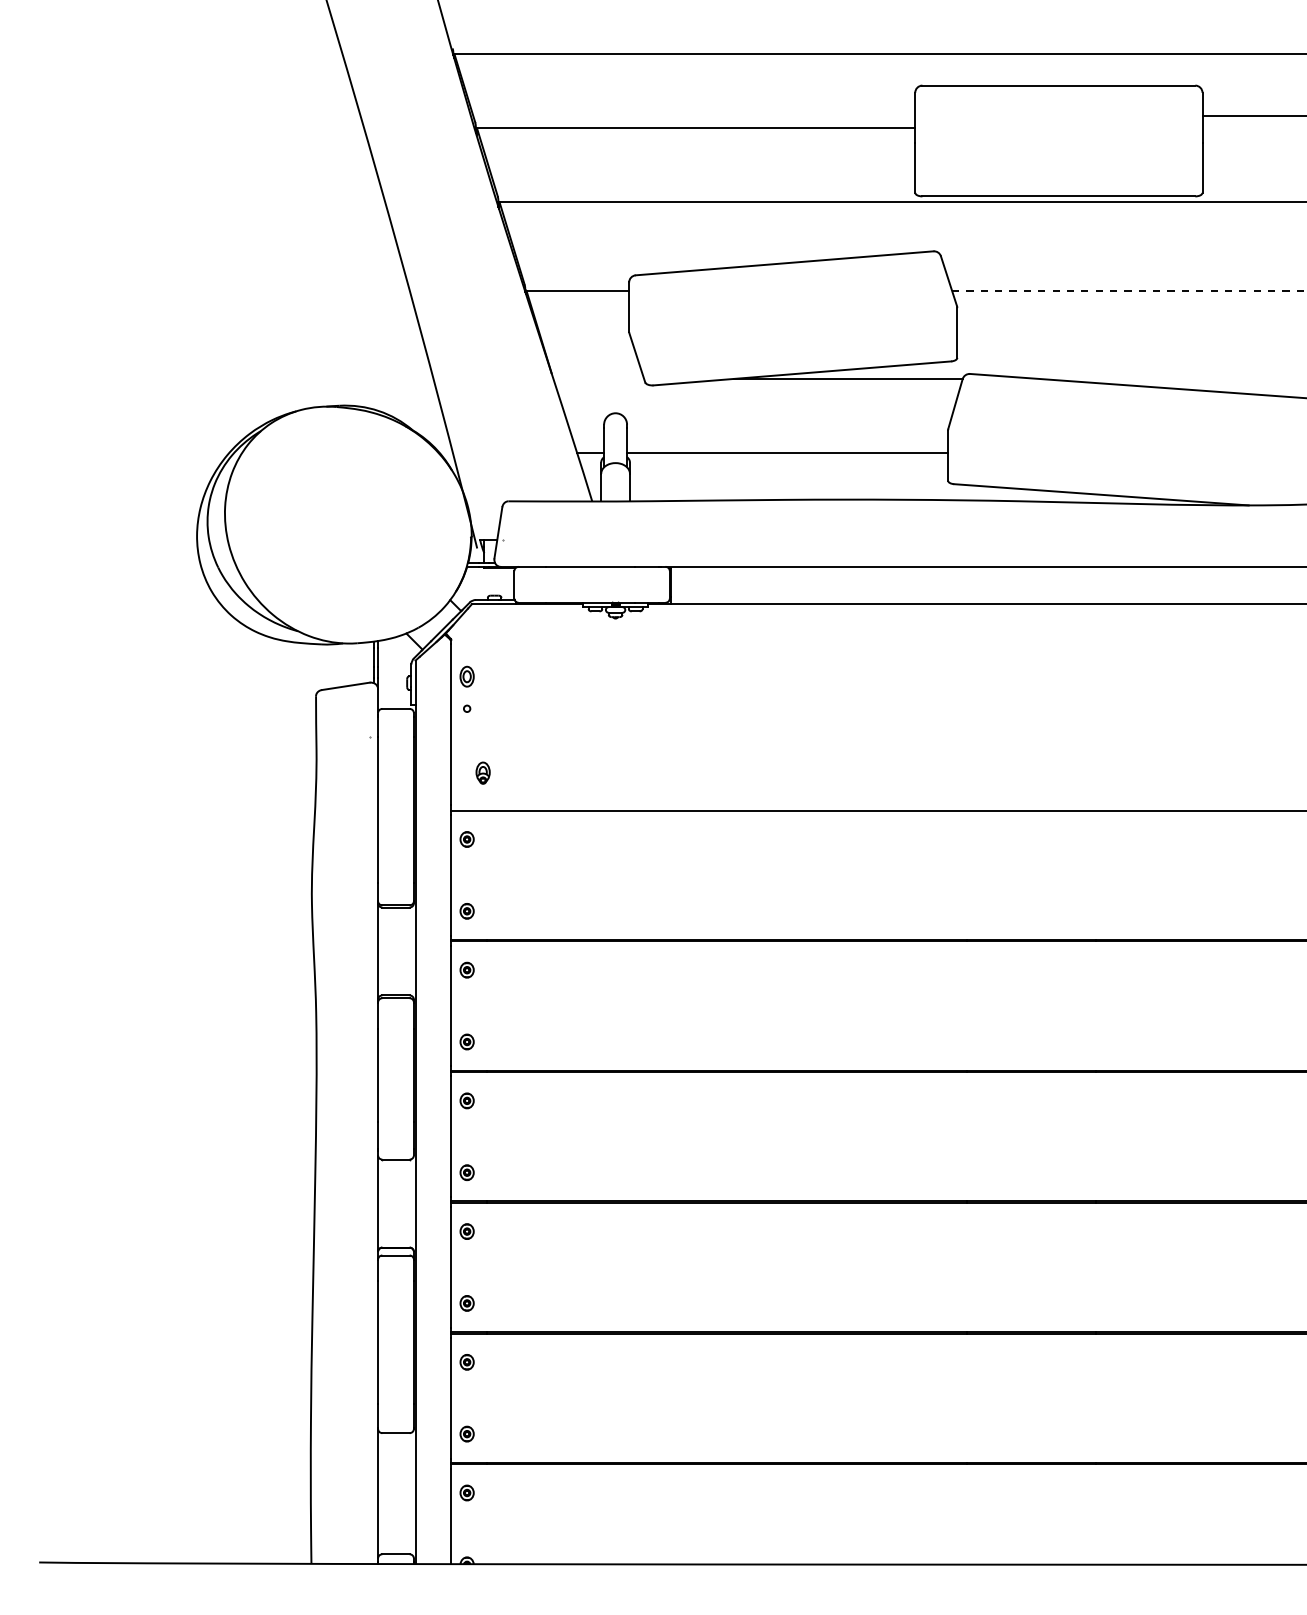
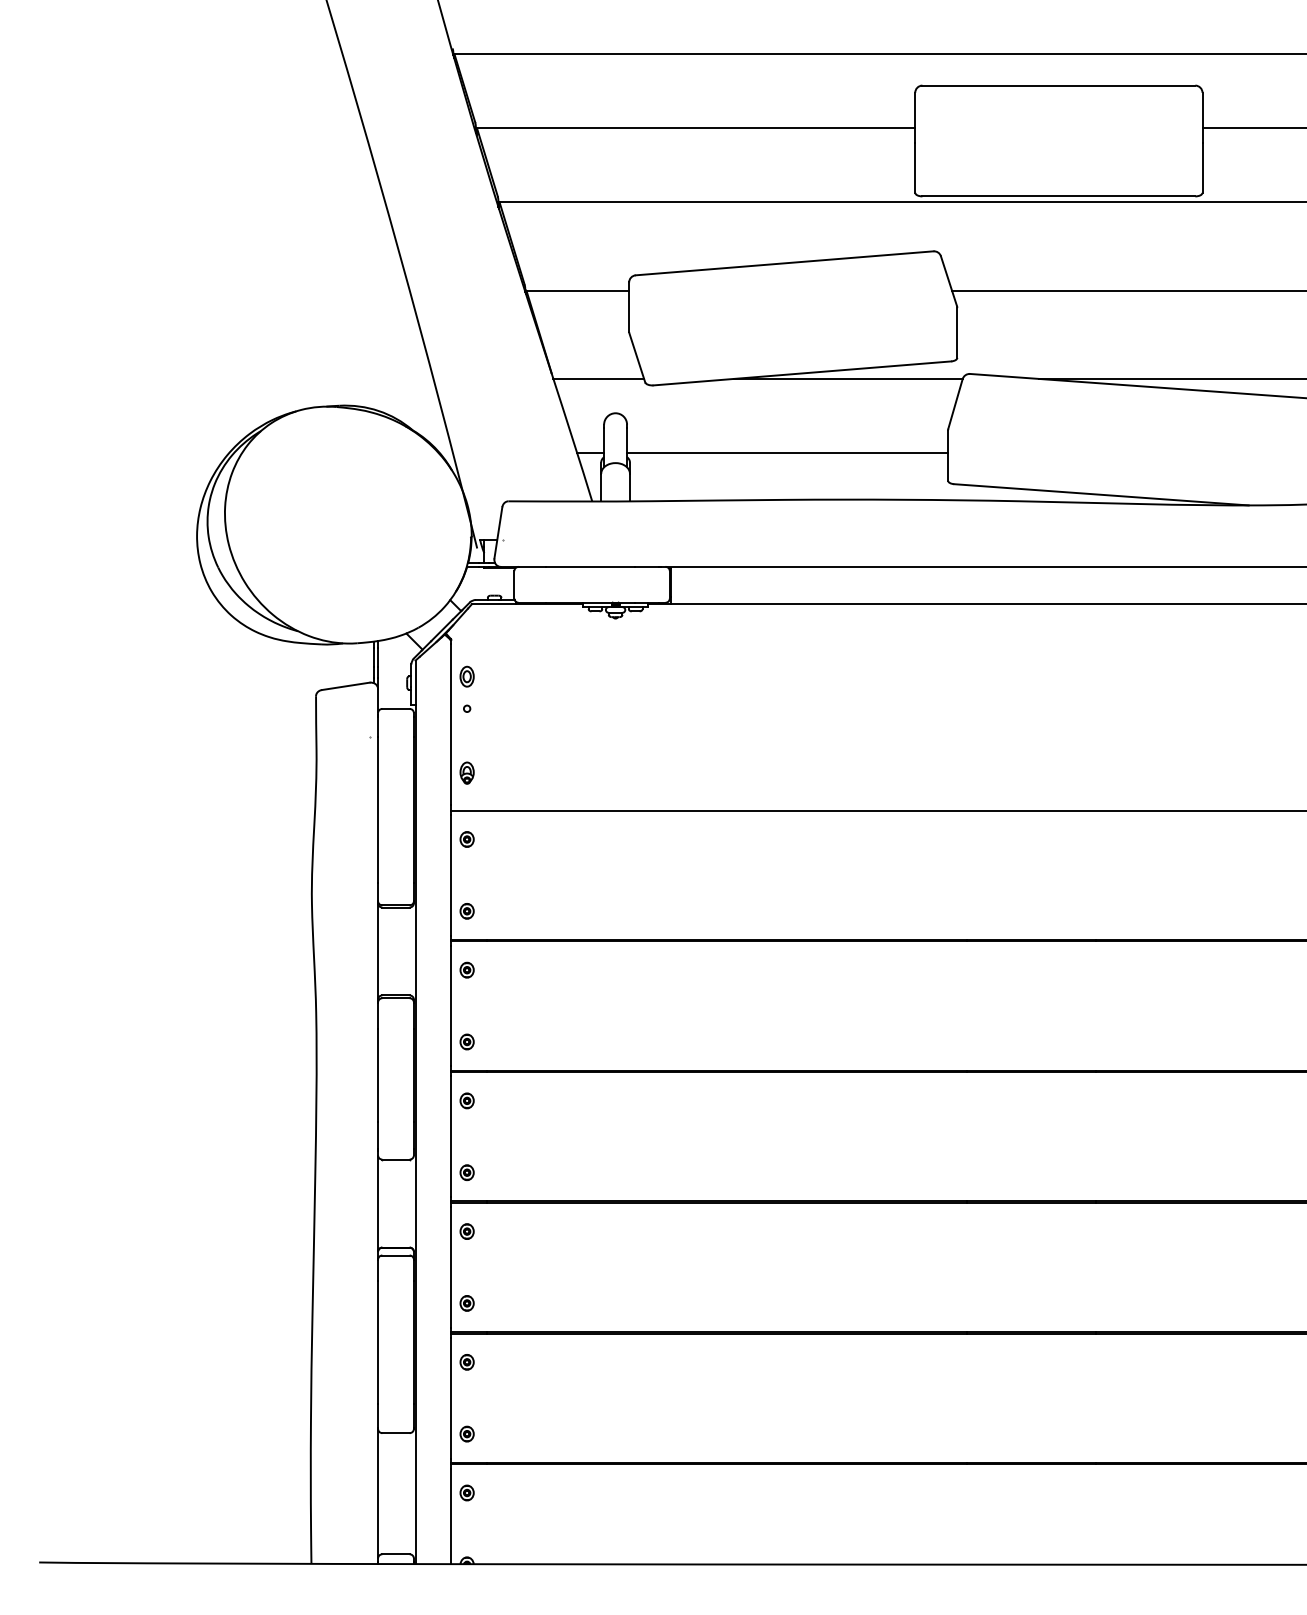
line at (1252, 116) position: (1252, 116) -> (1252, 128)
line at (1129, 290): dashed -> solid
line at (598, 378): none -> present
line at (1170, 378): none -> present
part at (482, 772) position: (482, 772) -> (466, 772)
